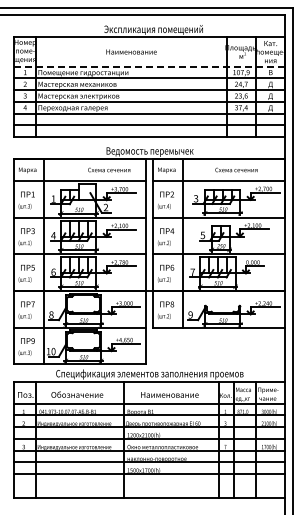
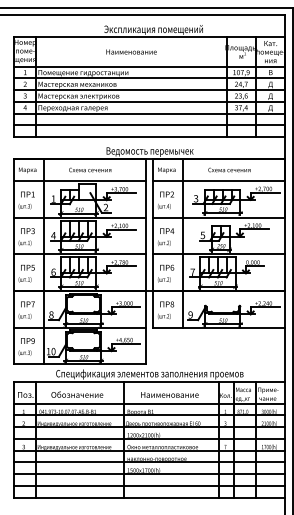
line at (149, 66): dashed -> solid
text at (109, 169) position: (109, 169) -> (90, 169)
text at (236, 169) position: (236, 169) -> (229, 169)
line at (149, 485): none -> present
